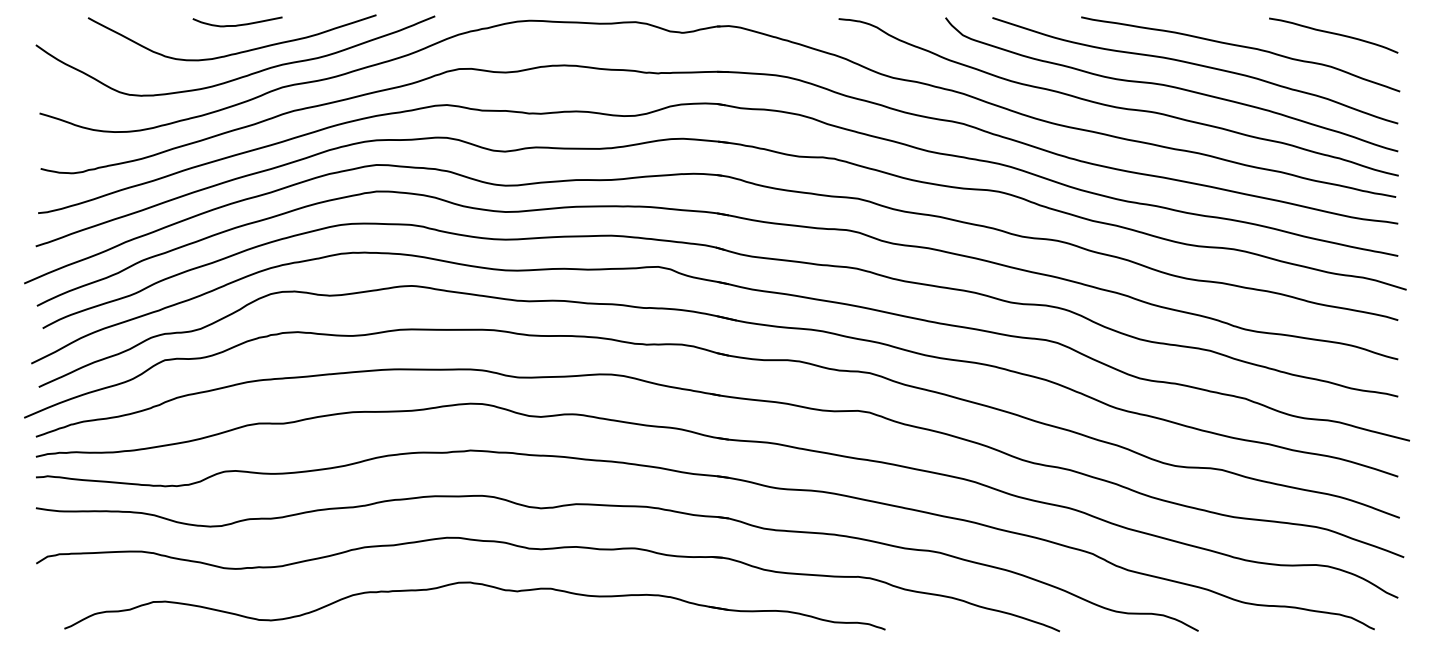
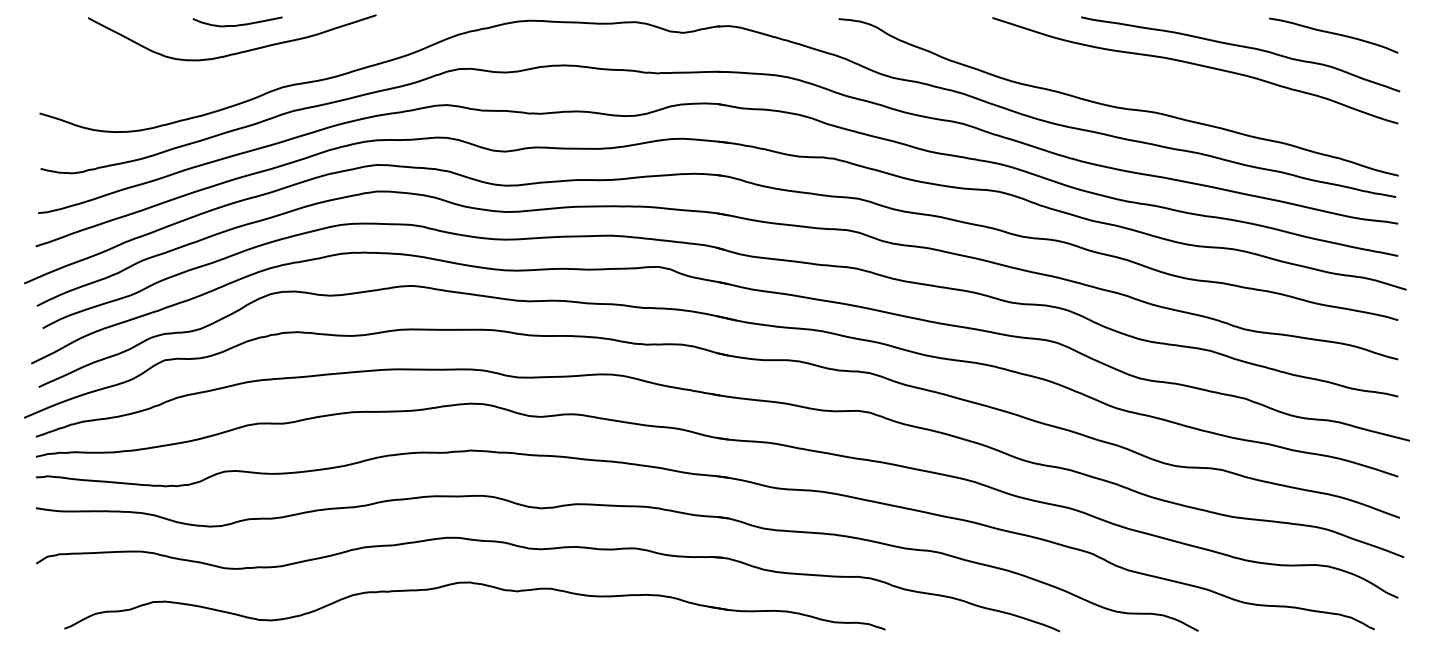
curve at (240, 76): present -> none
curve at (1171, 85): present -> none
